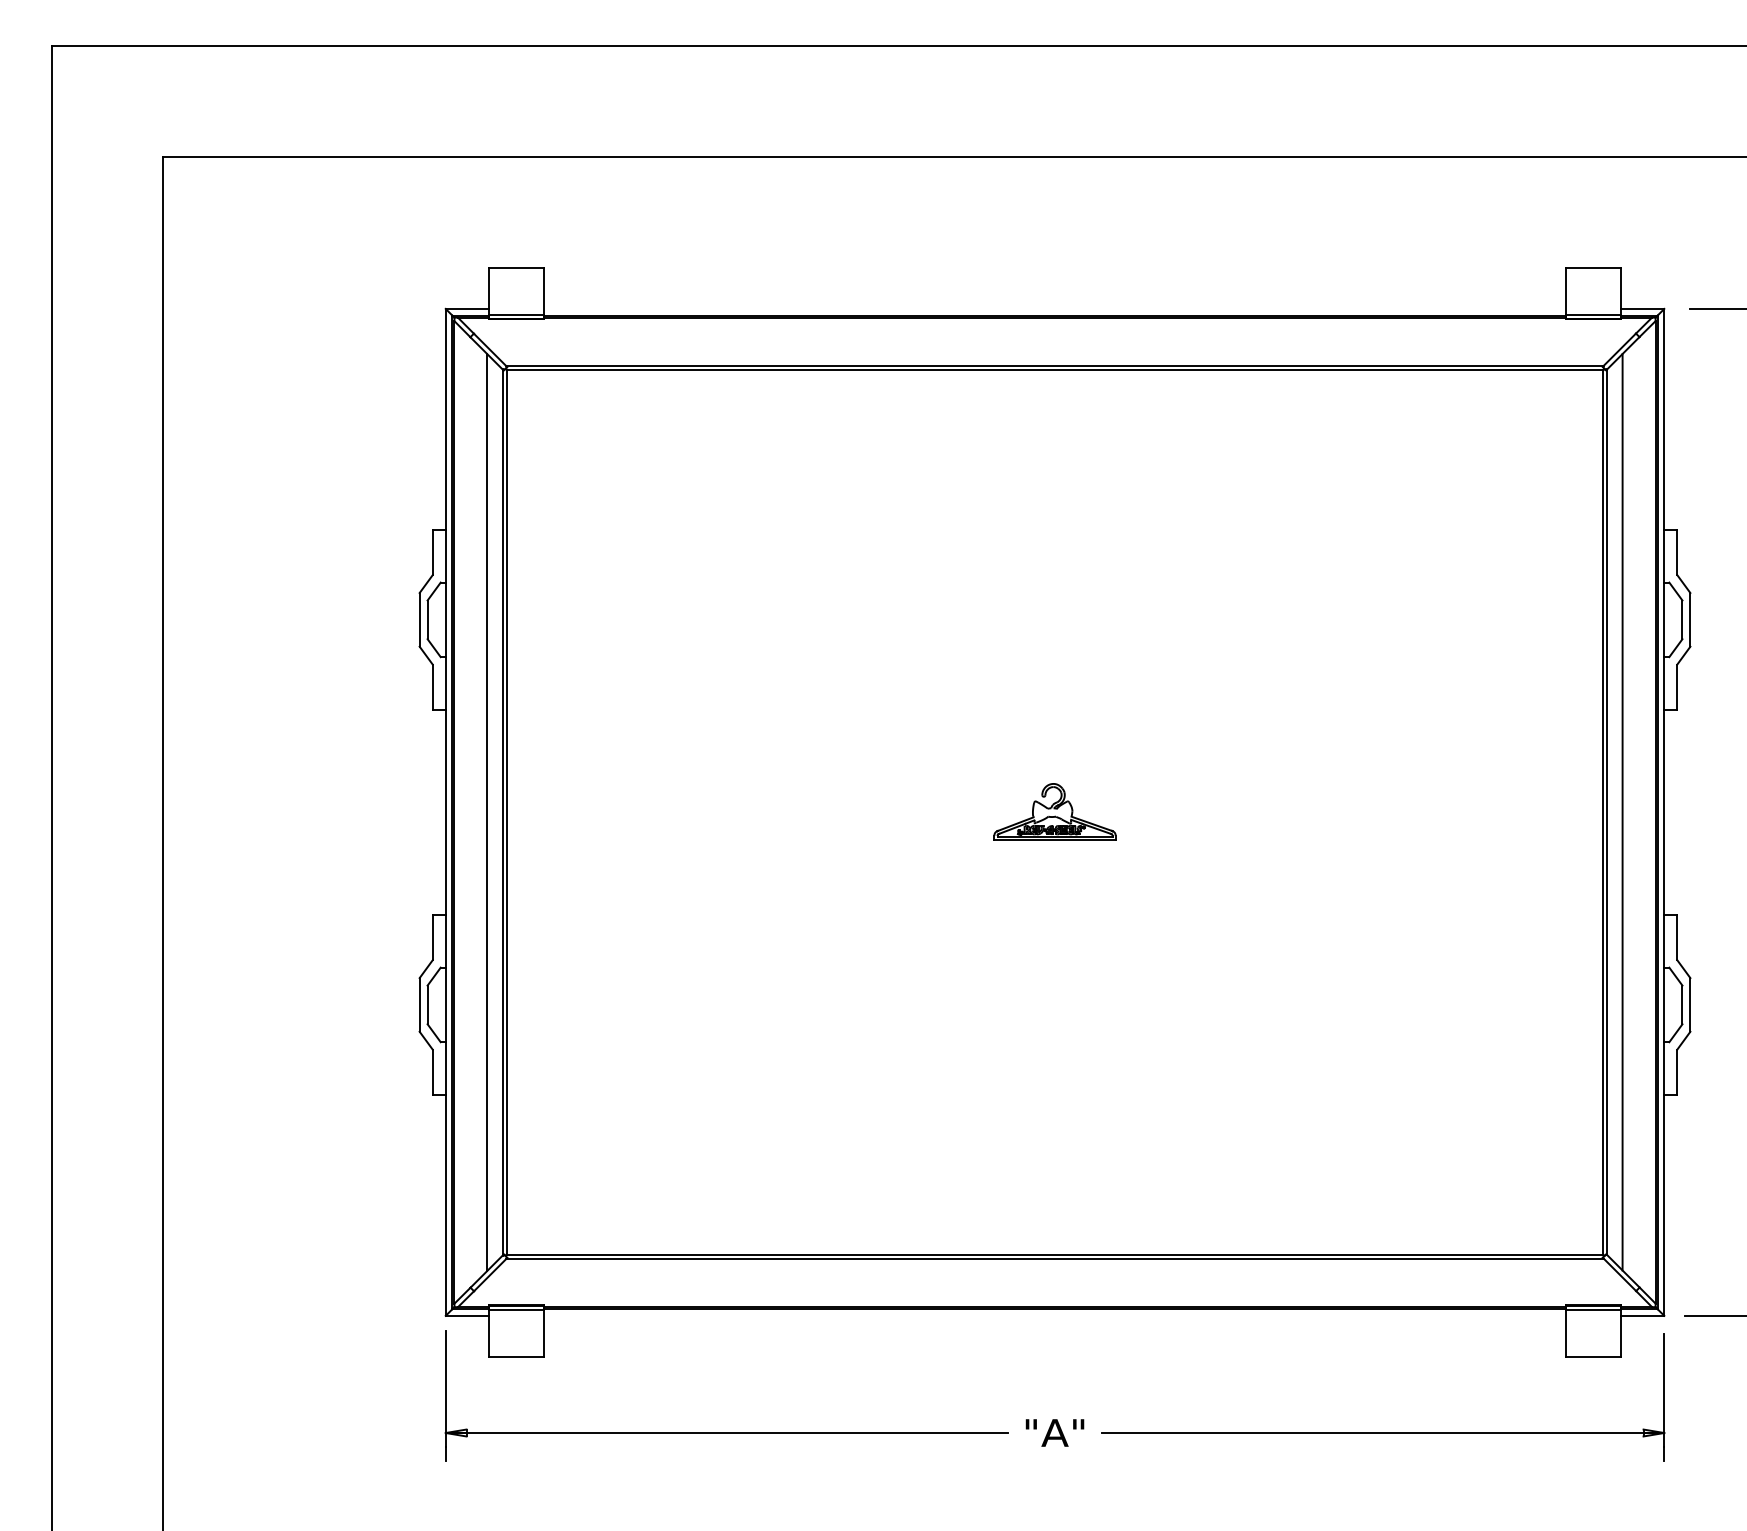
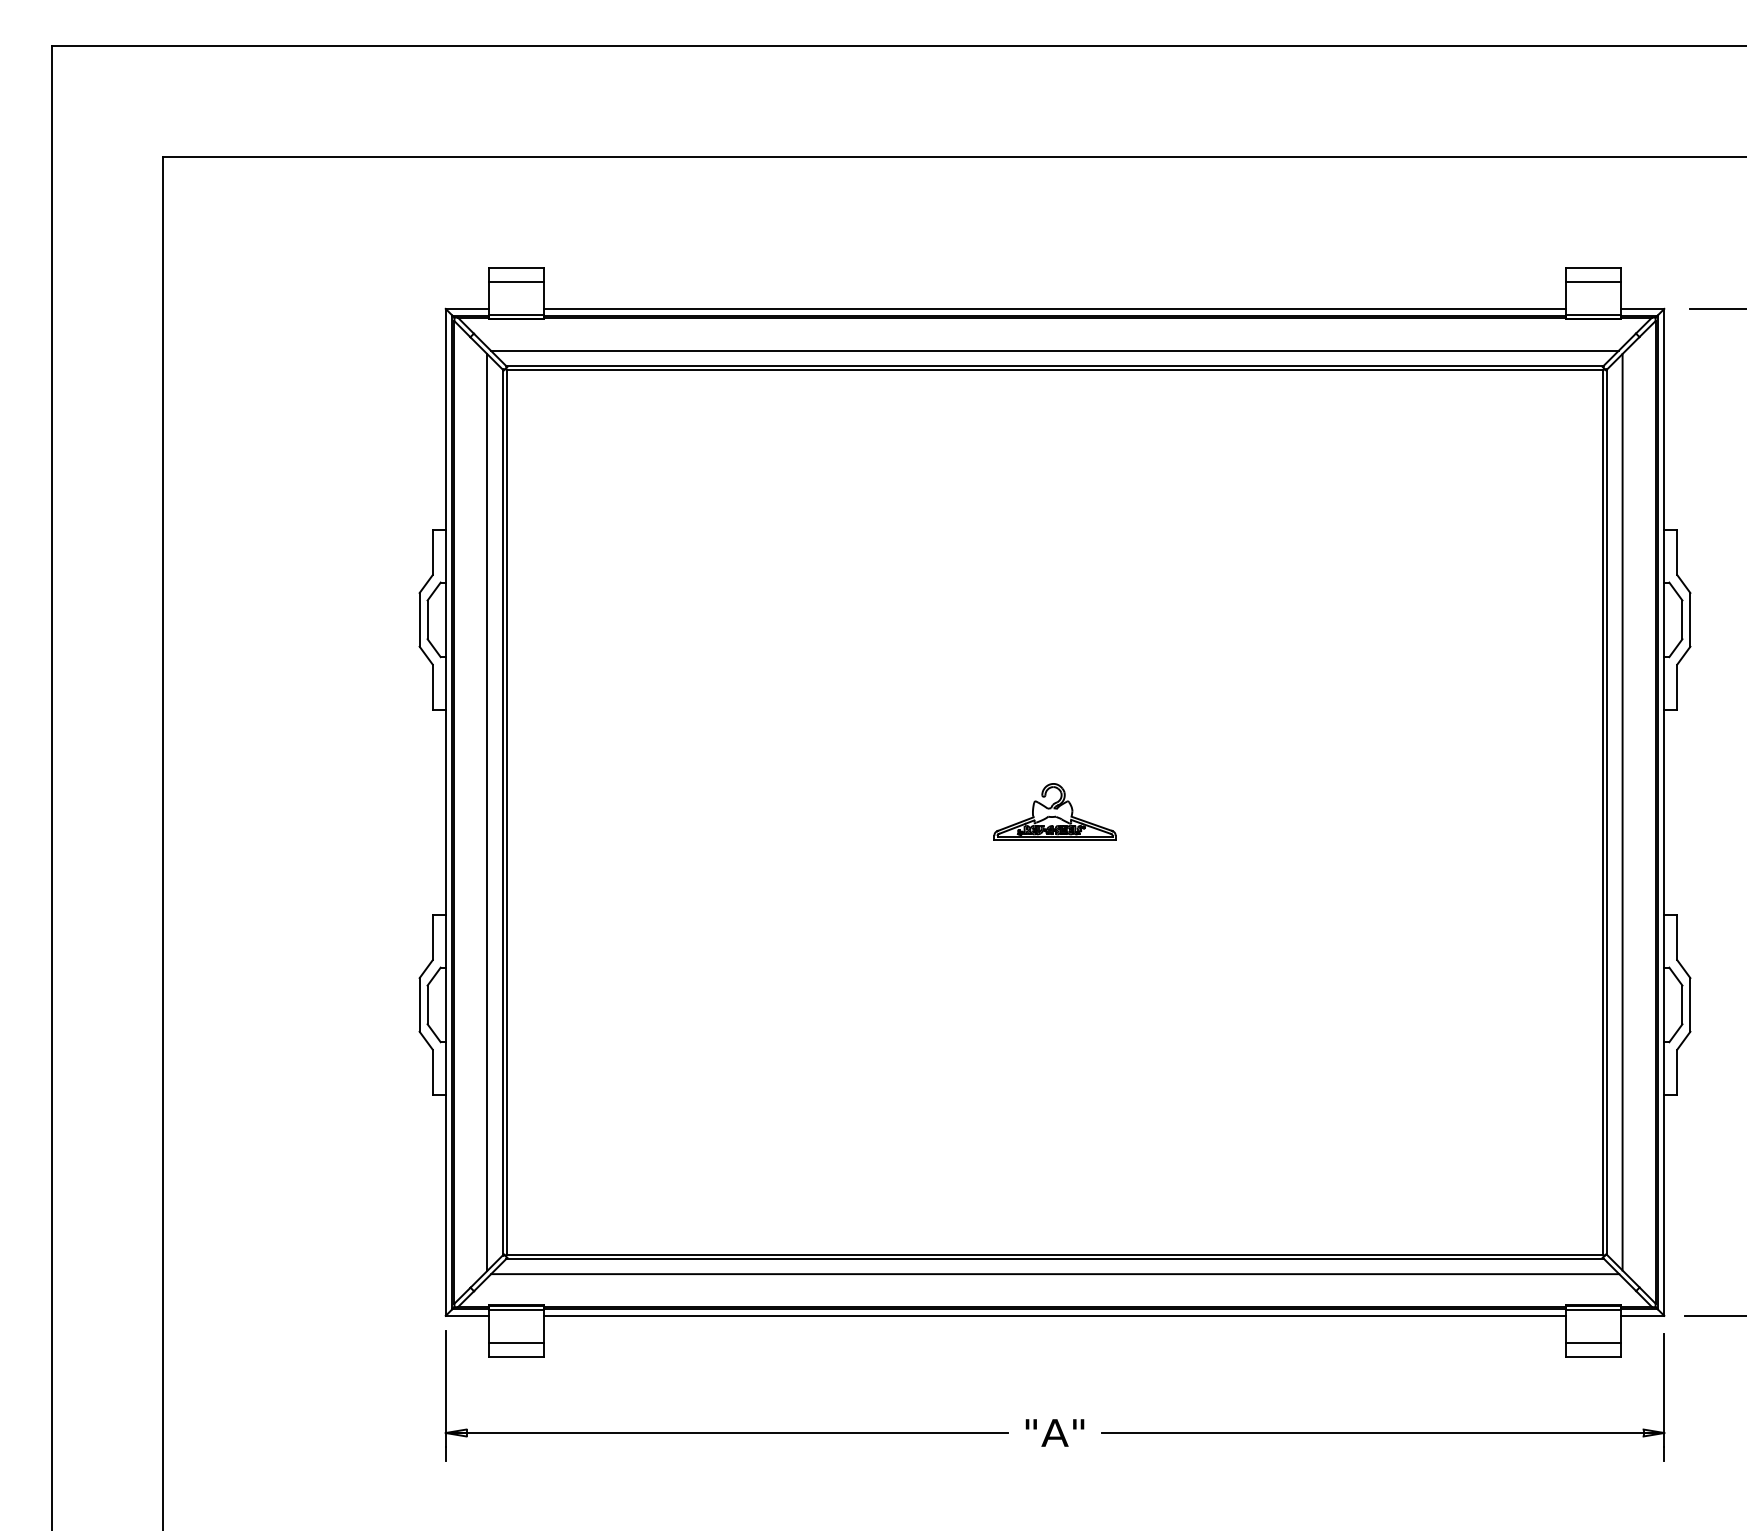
line at (515, 281): none -> present
line at (1593, 281): none -> present
line at (1054, 308): none -> present
line at (1054, 350): none -> present
line at (1055, 1274): none -> present
line at (1054, 1315): none -> present
line at (515, 1342): none -> present
line at (1593, 1342): none -> present
